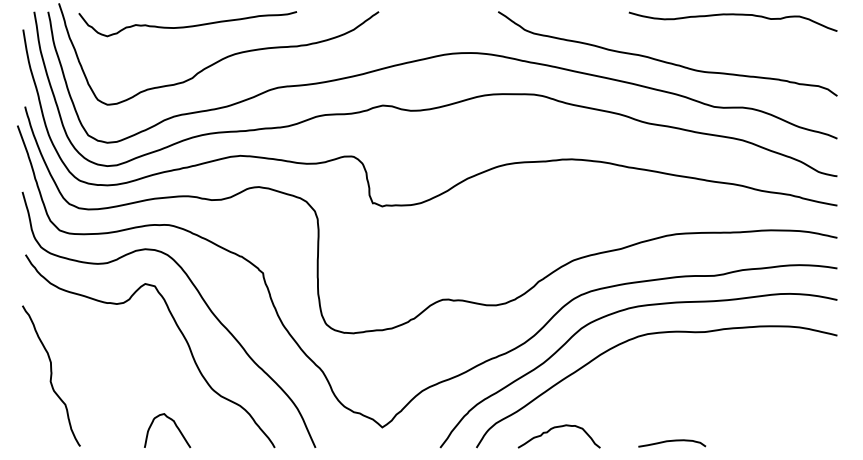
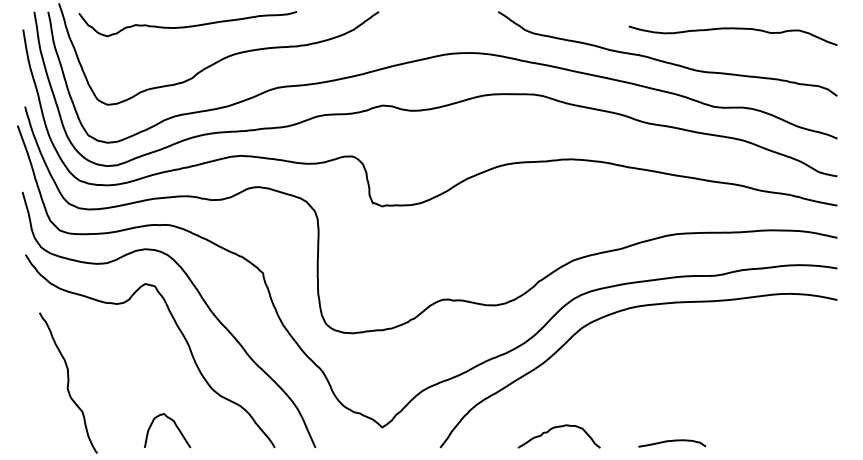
curve at (732, 15) position: (732, 15) -> (732, 29)
curve at (643, 336): present -> none
curve at (51, 375) position: (51, 375) -> (68, 382)
